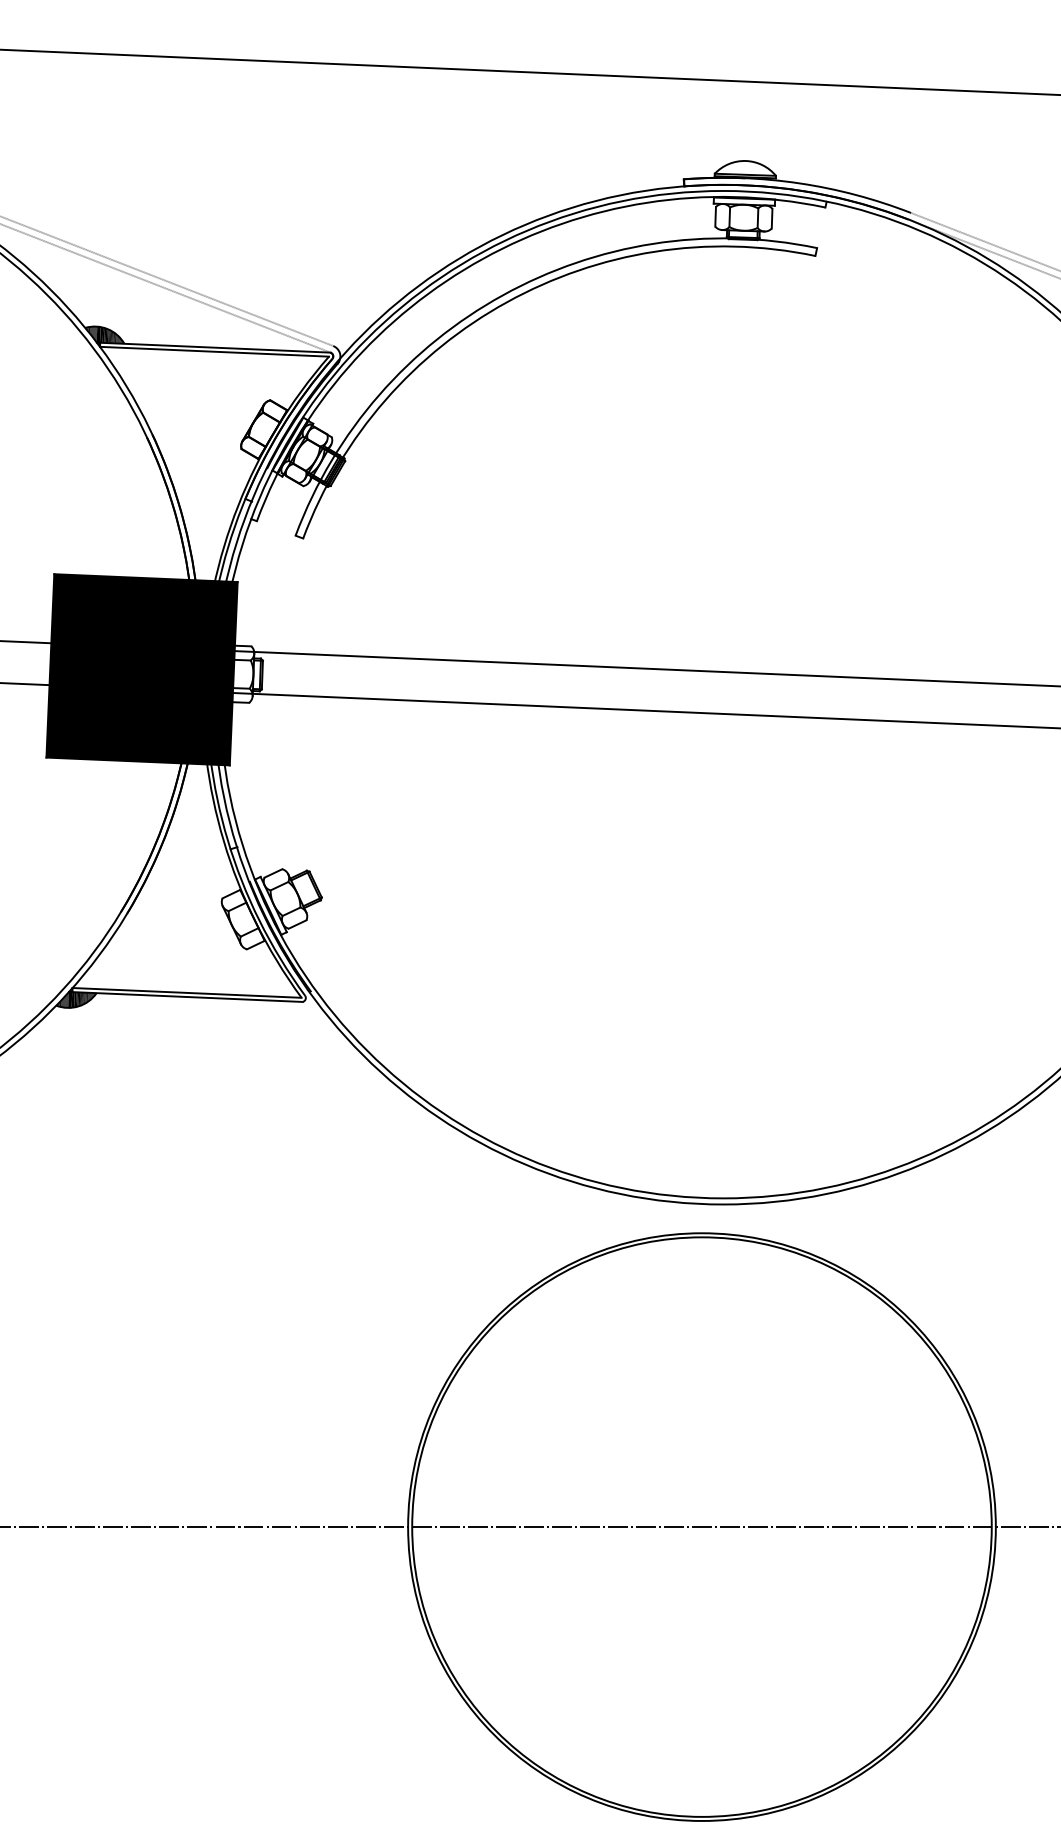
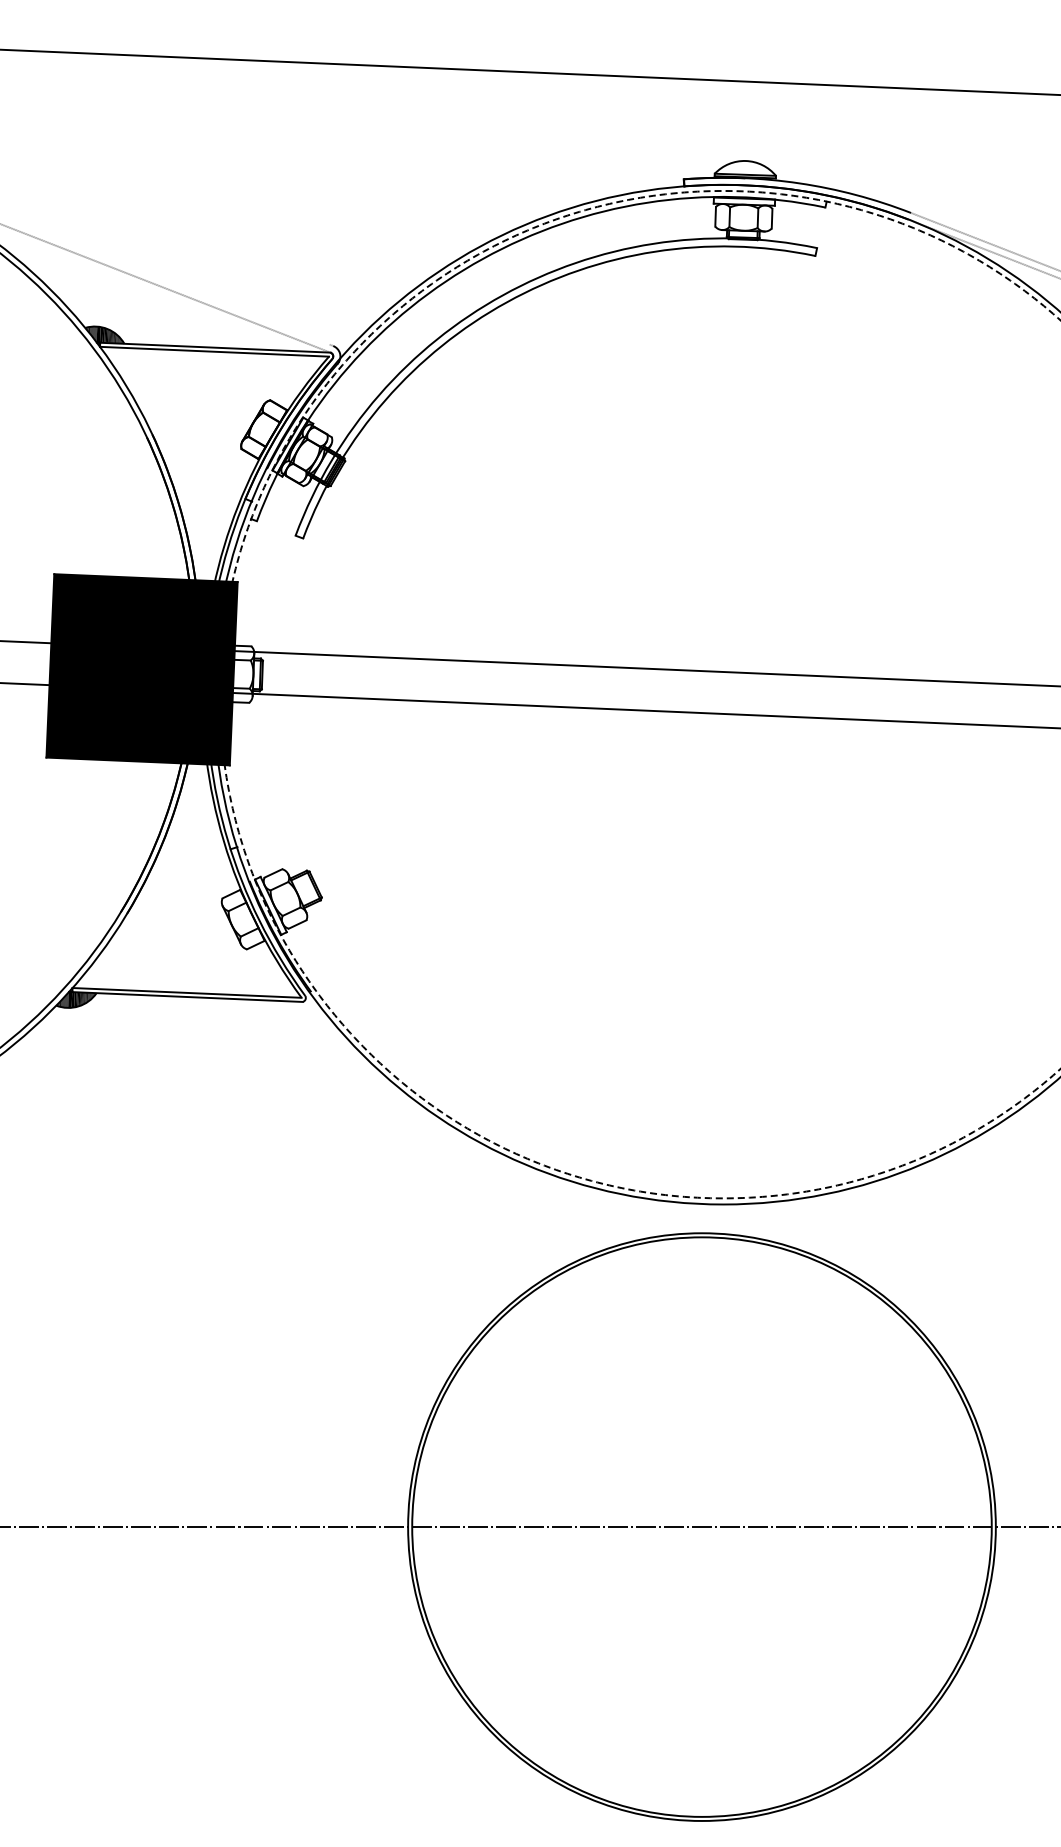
line at (165, 280): present -> none
circle at (639, 694): solid -> dashed
